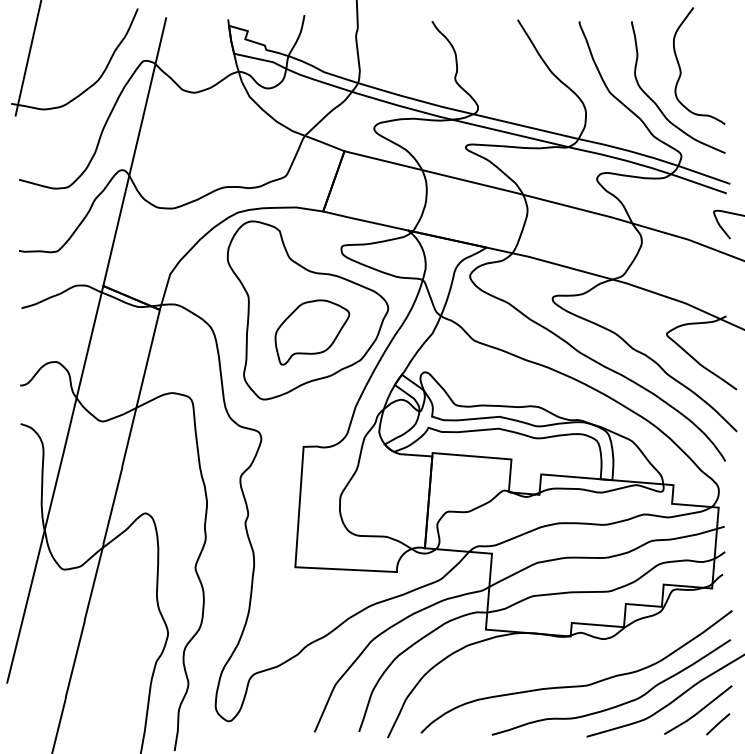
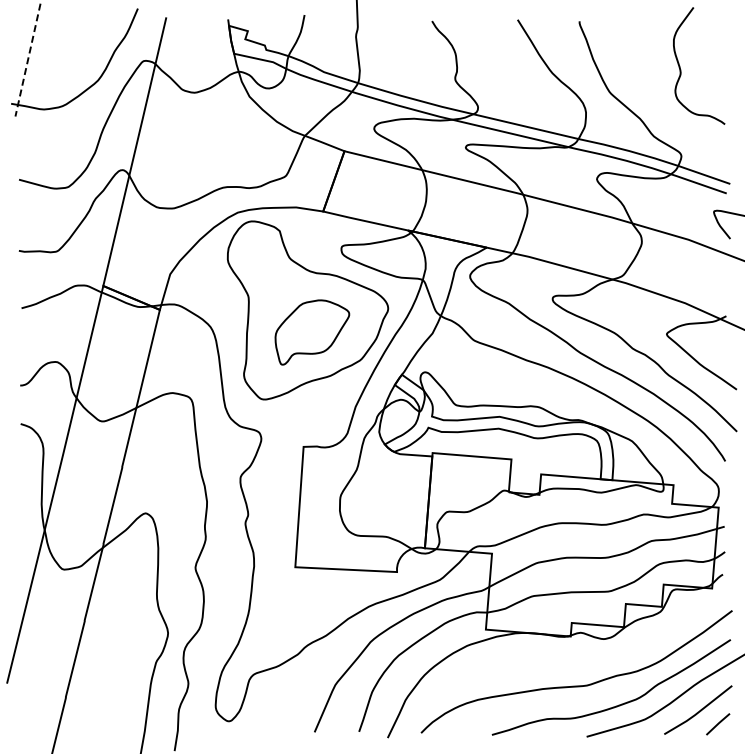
line at (28, 59): solid -> dashed
curve at (657, 104): present -> none
